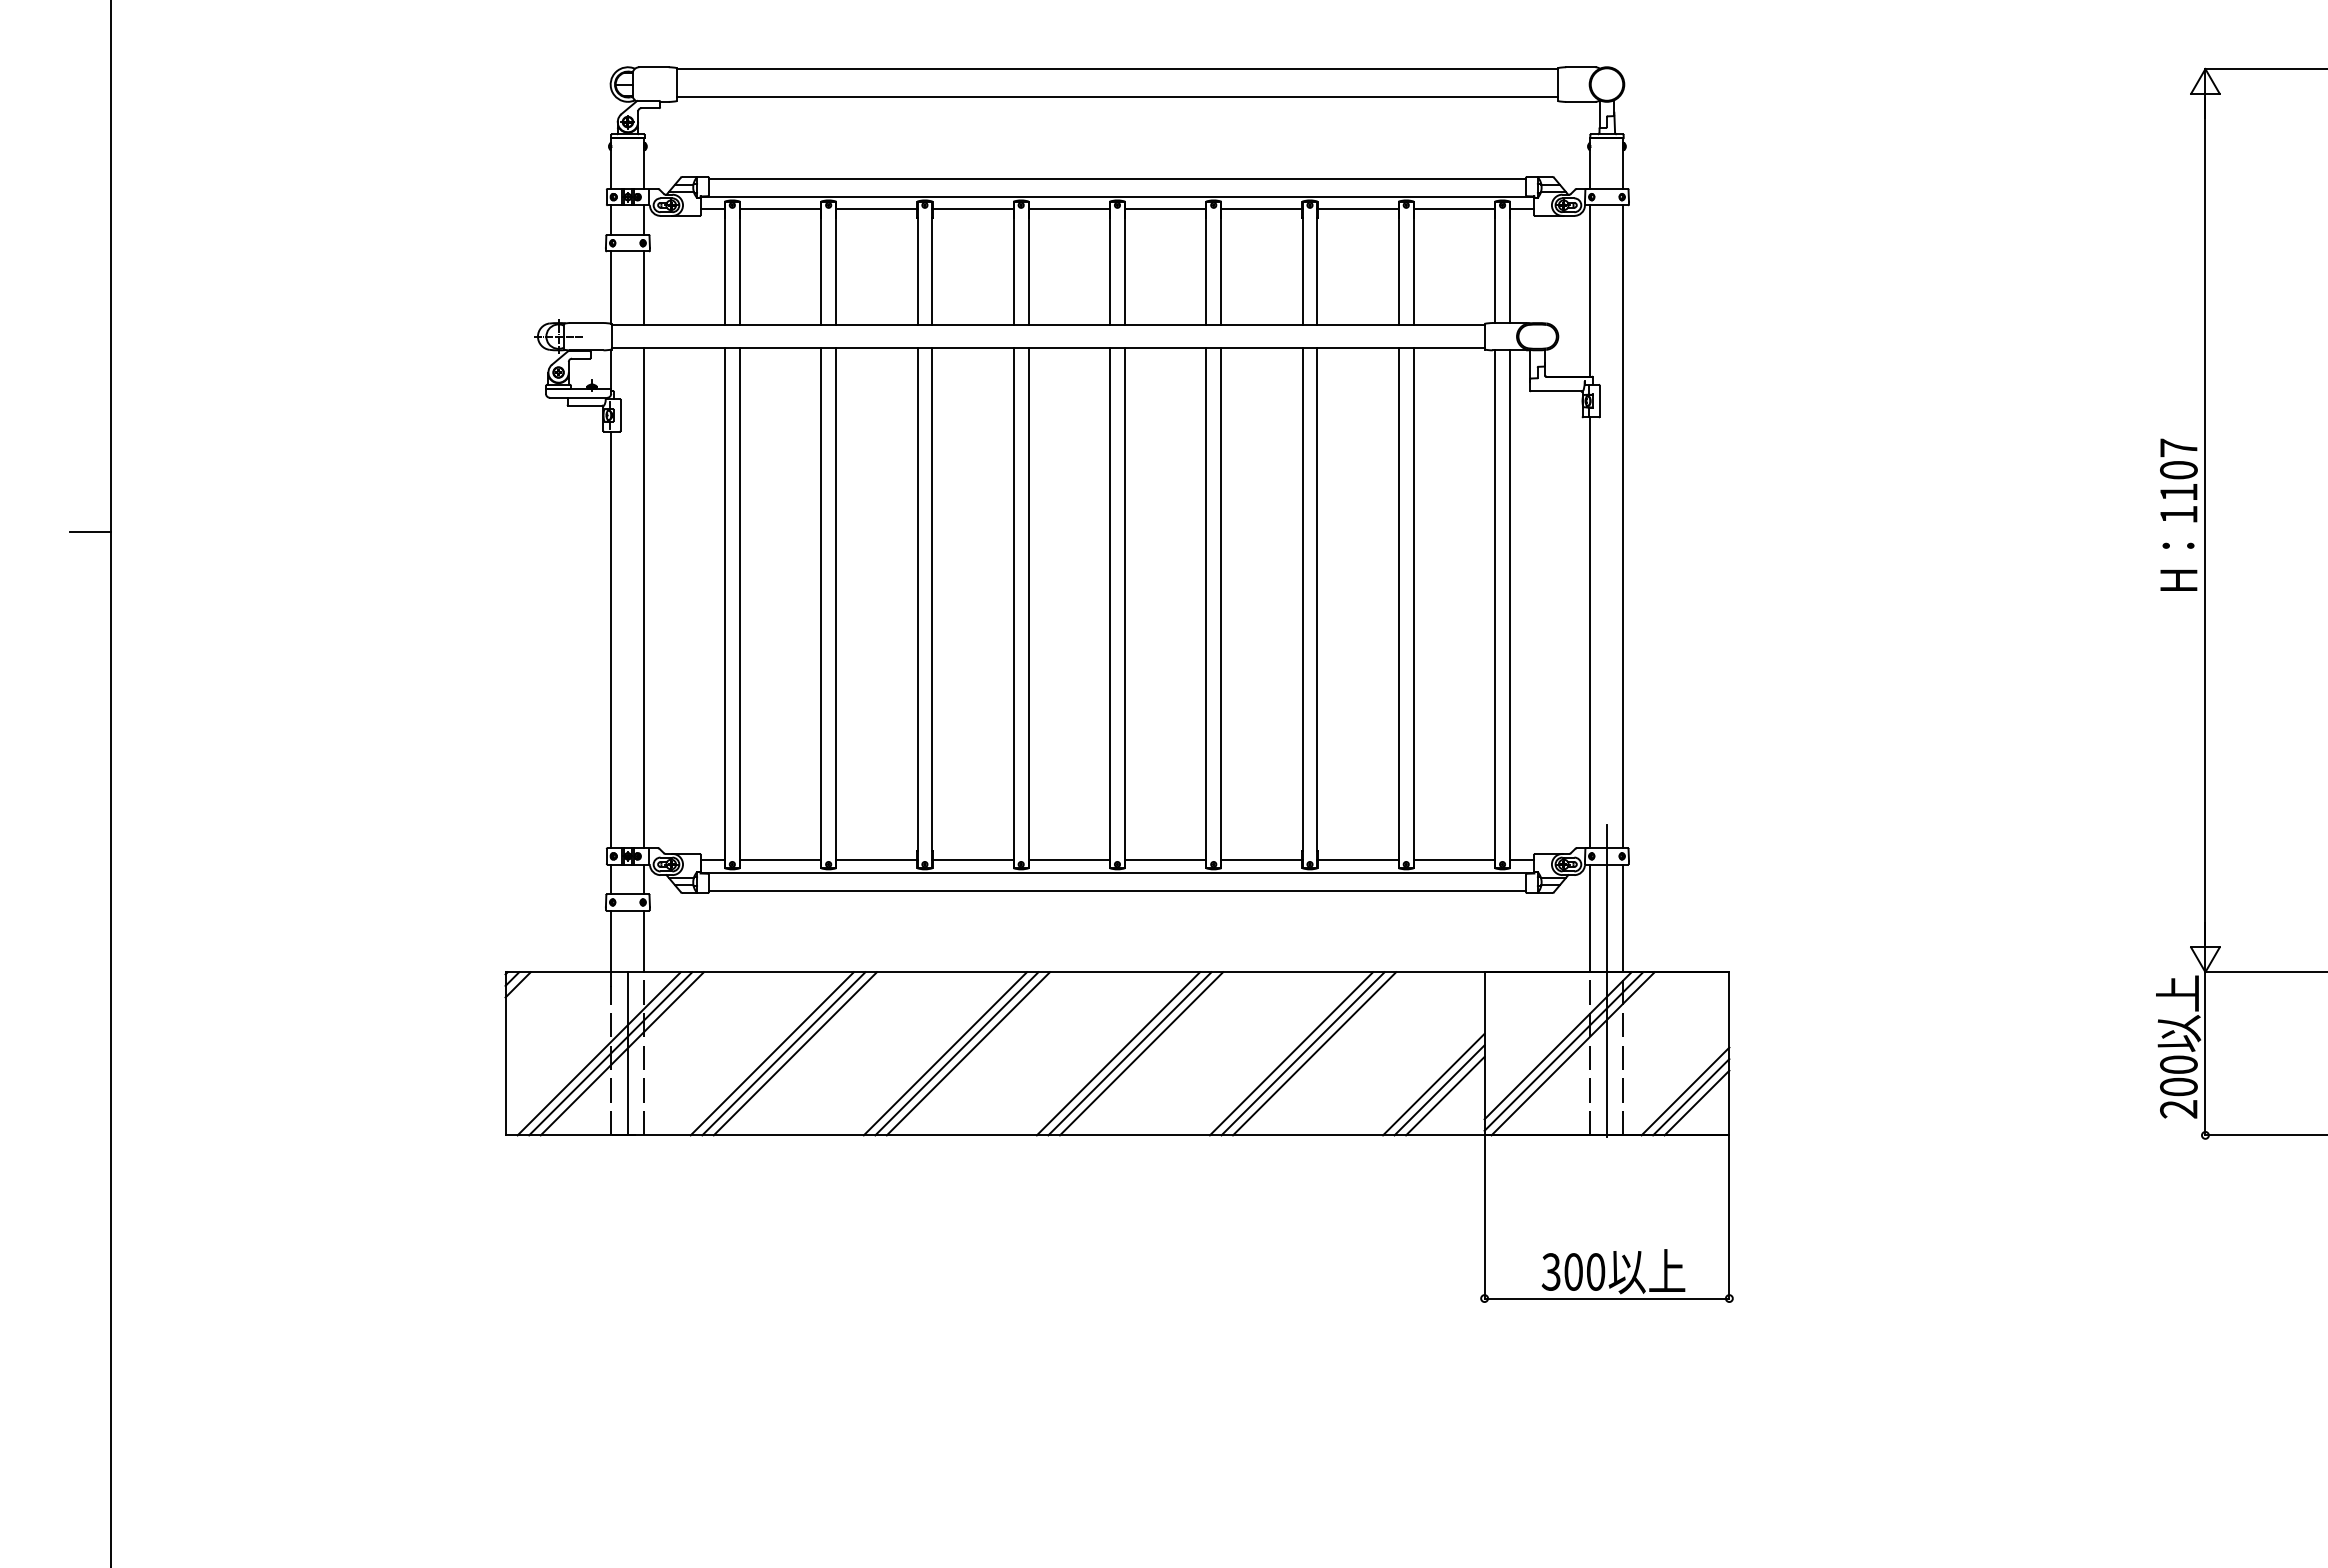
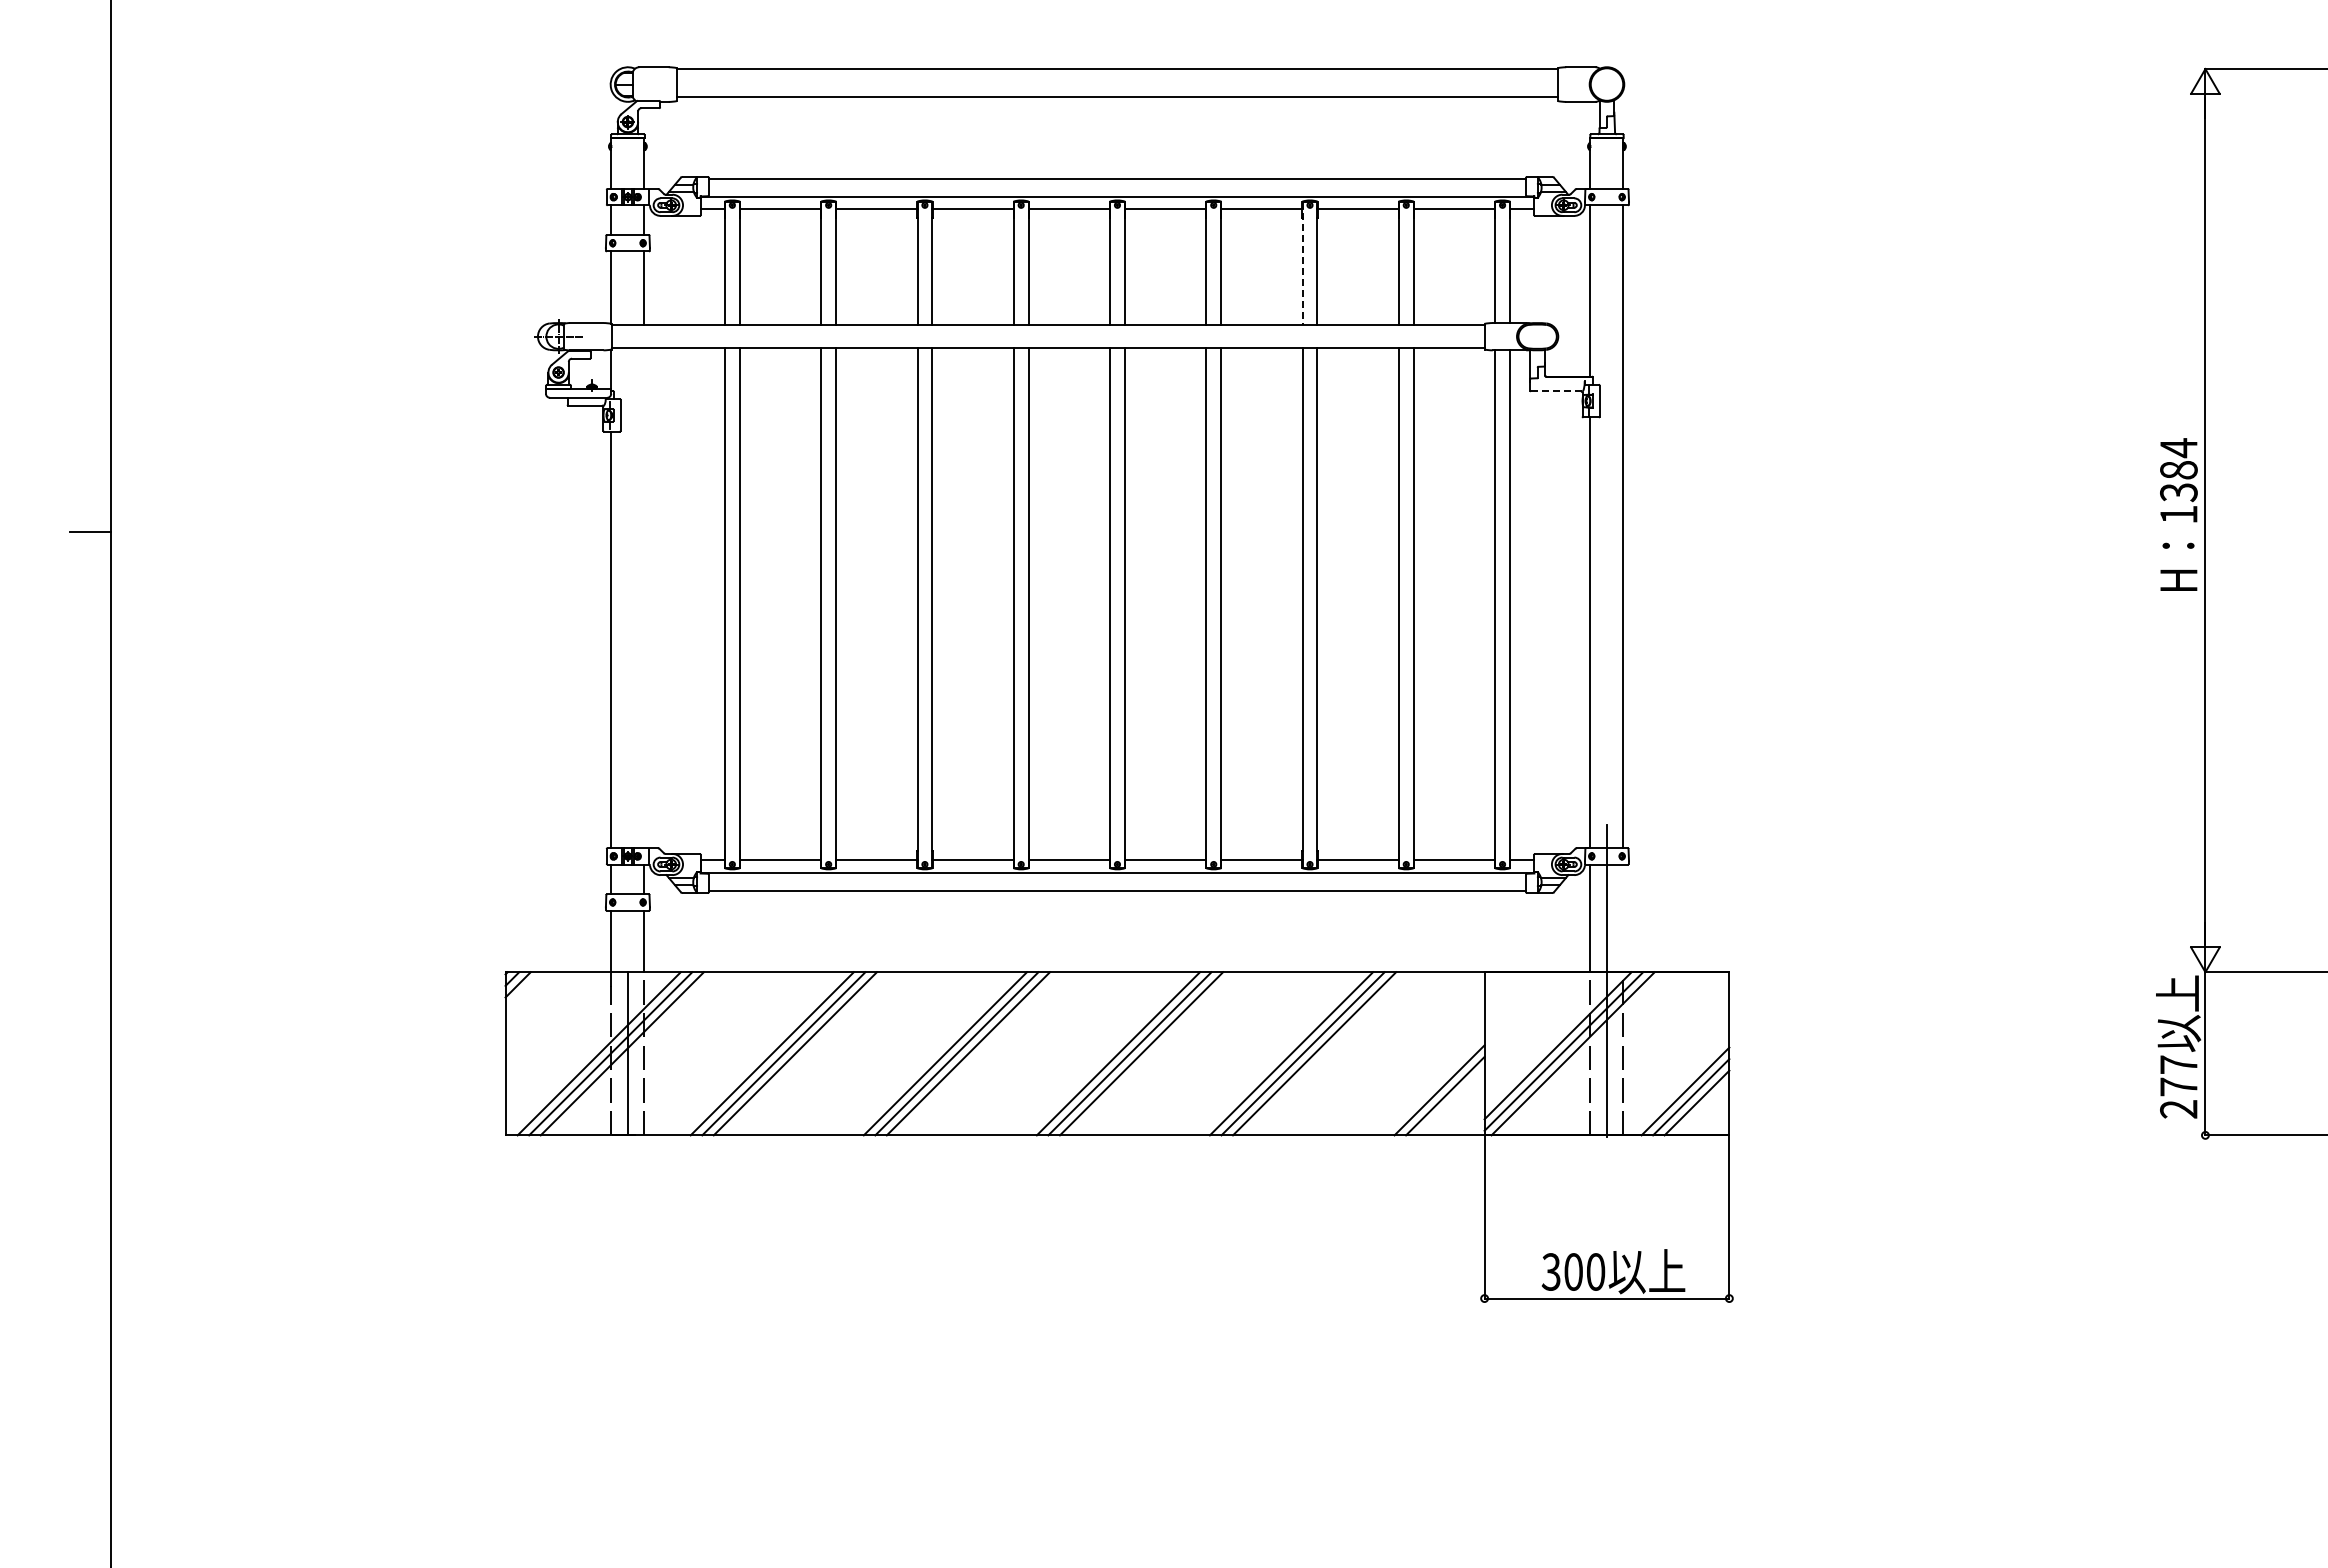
line at (1302, 263): solid -> dashed
line at (1556, 391): solid -> dashed
text at (2178, 470): 1107 -> 1384
line at (644, 597): present -> none
line at (1623, 918): present -> none
text at (2178, 1075): 200 -> 277
line at (1433, 1084): present -> none
